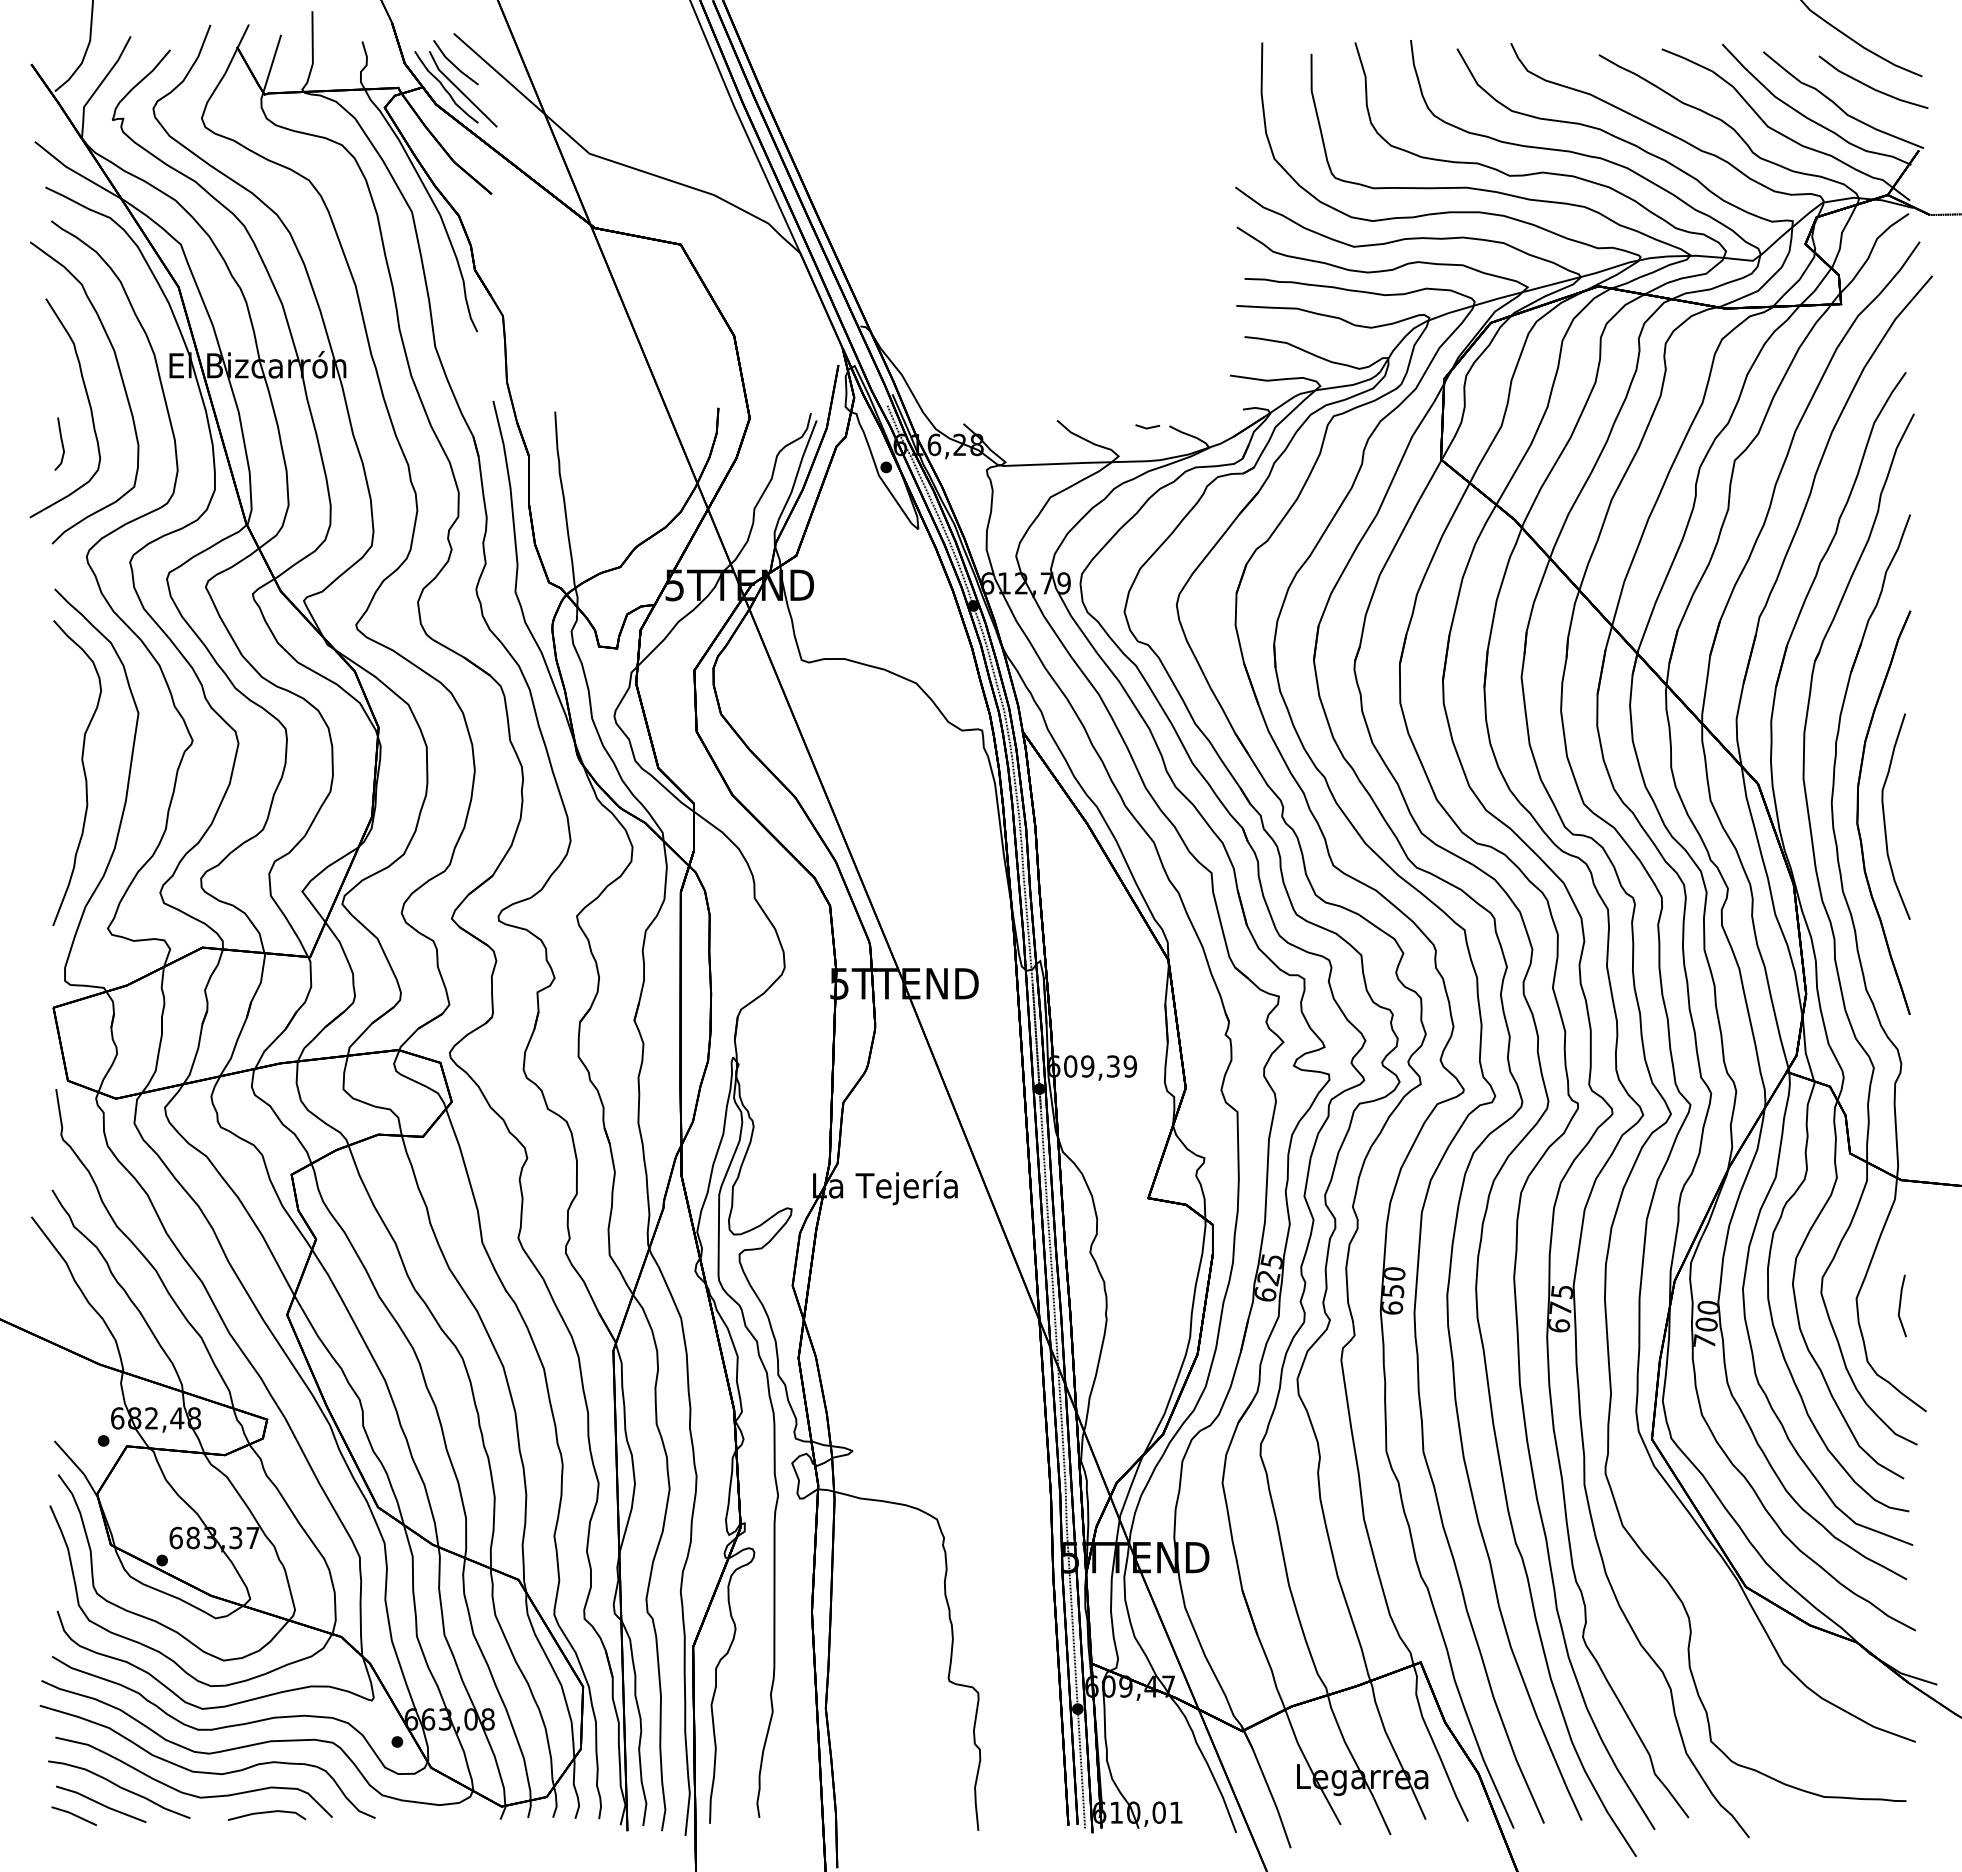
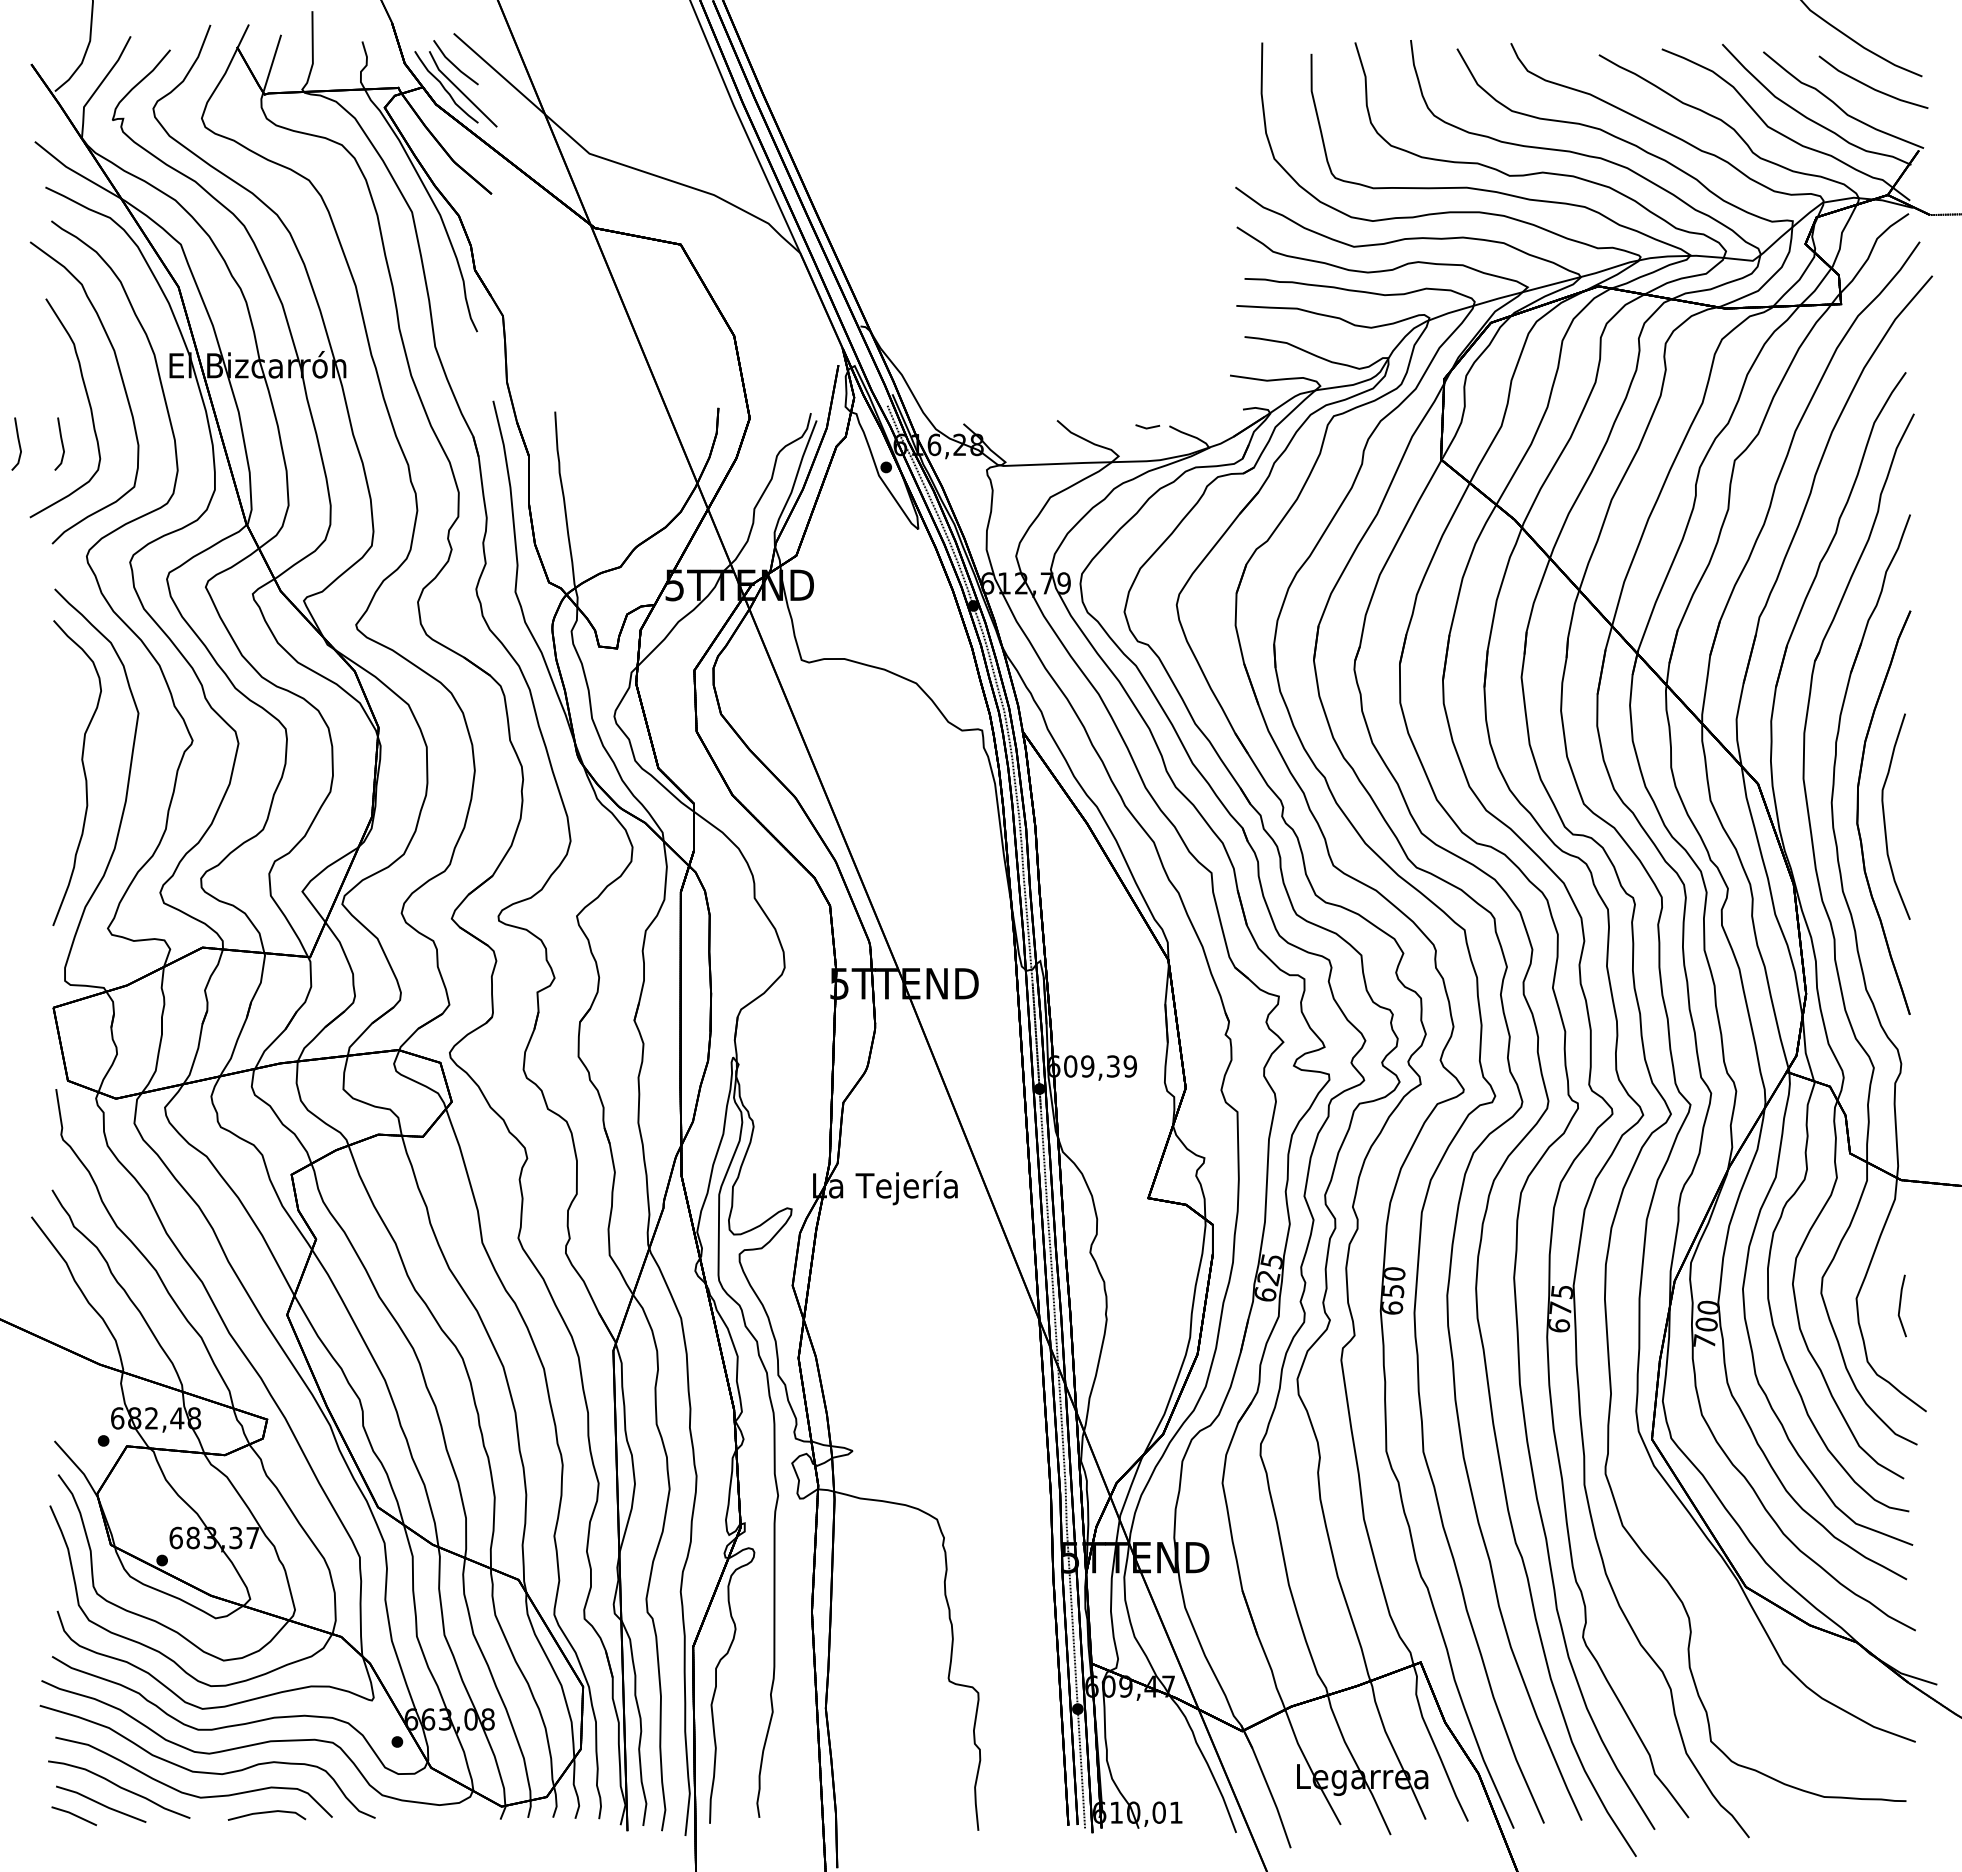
part at (16, 443): none -> present
